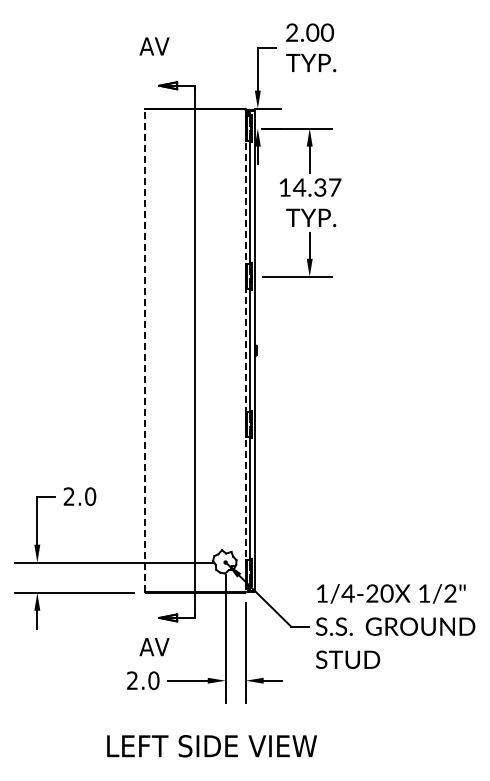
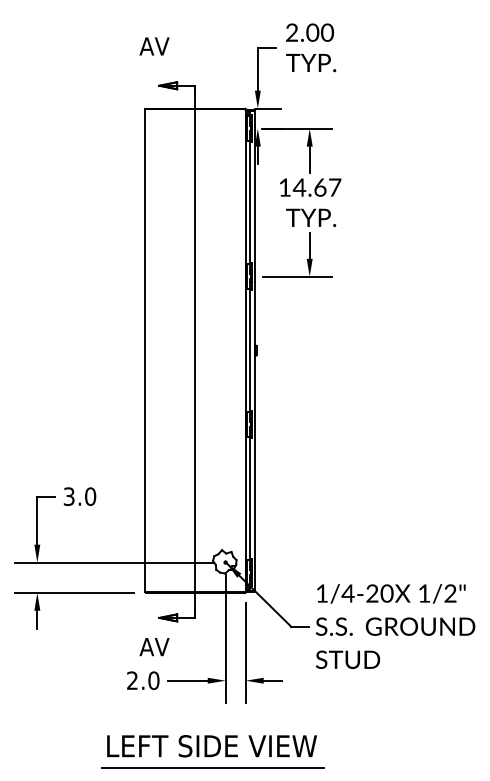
text at (320, 187): 14.37 -> 14.67
line at (144, 350): dashed -> solid
line at (245, 350): dashed -> solid
text at (68, 496): 2.0 -> 3.0
line at (212, 767): none -> present
